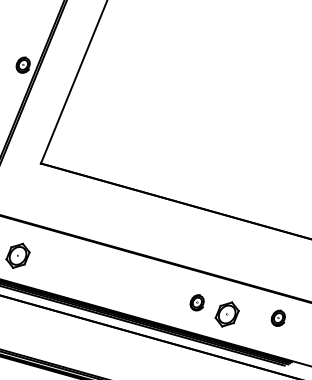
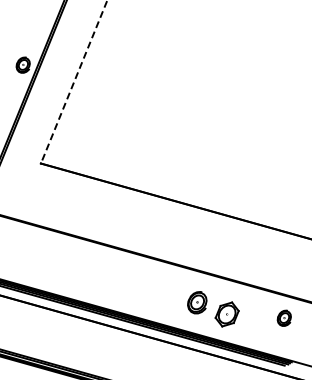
line at (74, 82): solid -> dashed
part at (17, 255): present -> none
part at (196, 302) size: 16x18 px -> 21x24 px
part at (277, 317) position: (277, 317) -> (283, 317)
